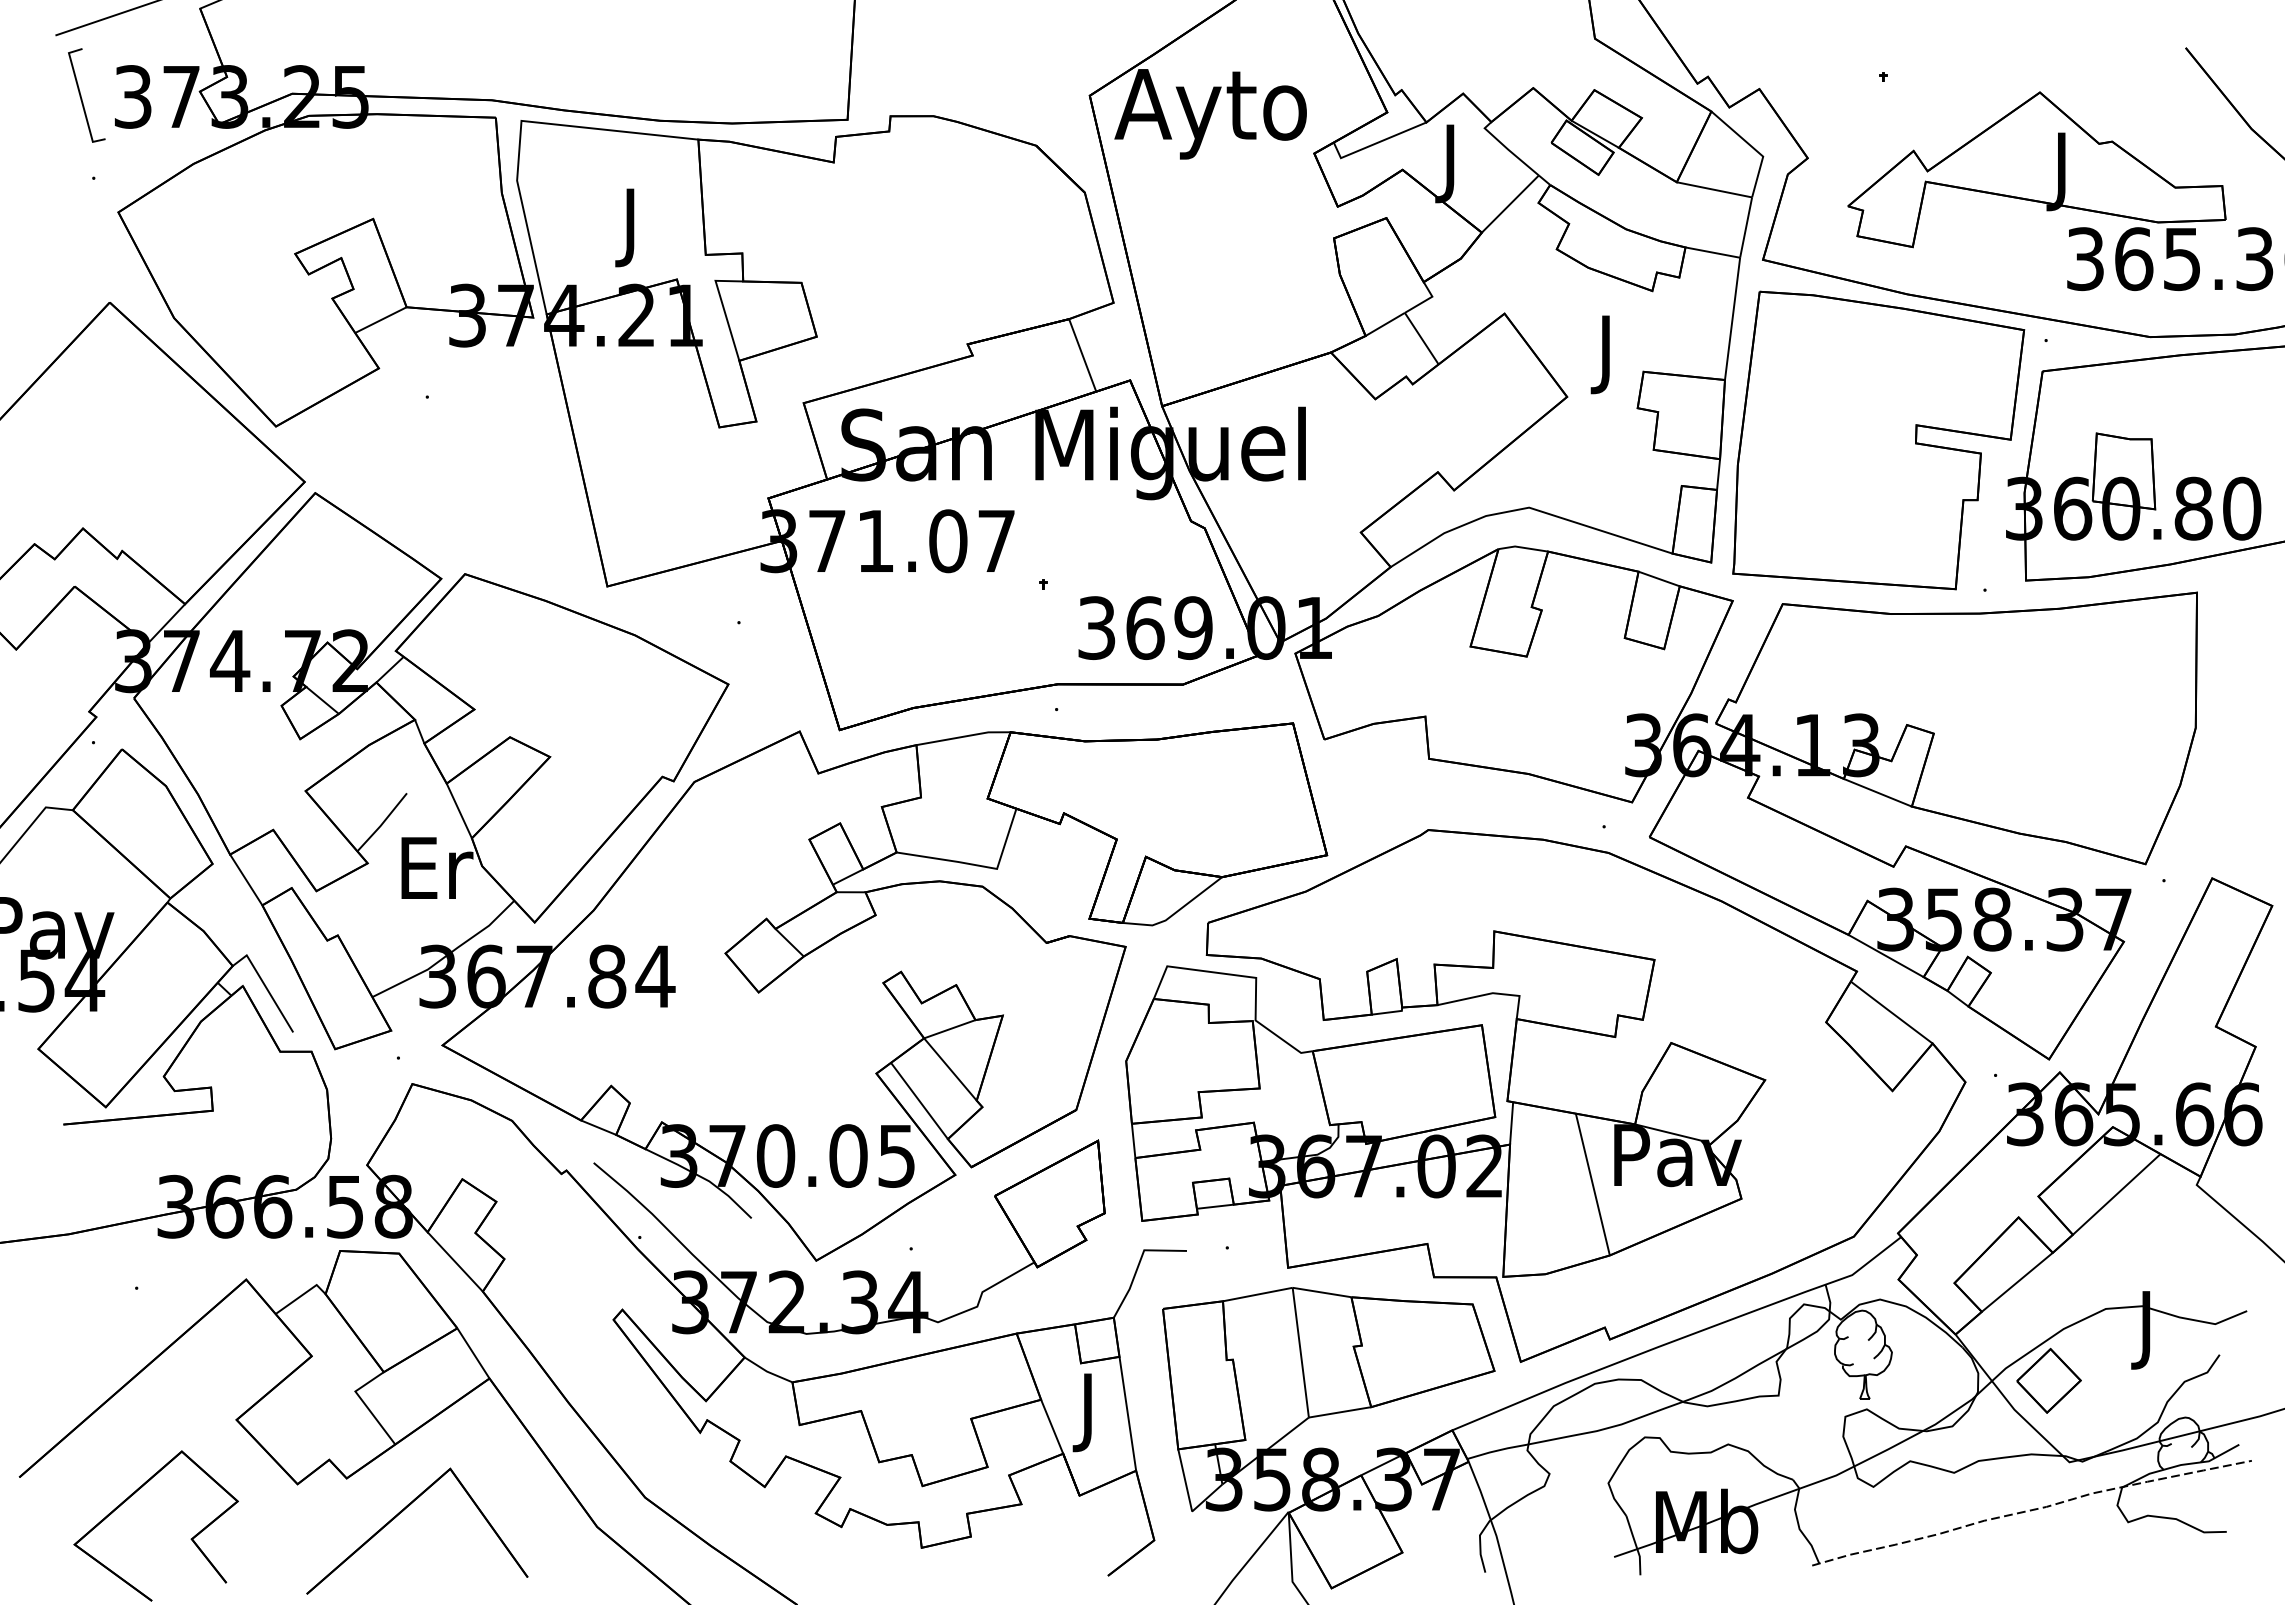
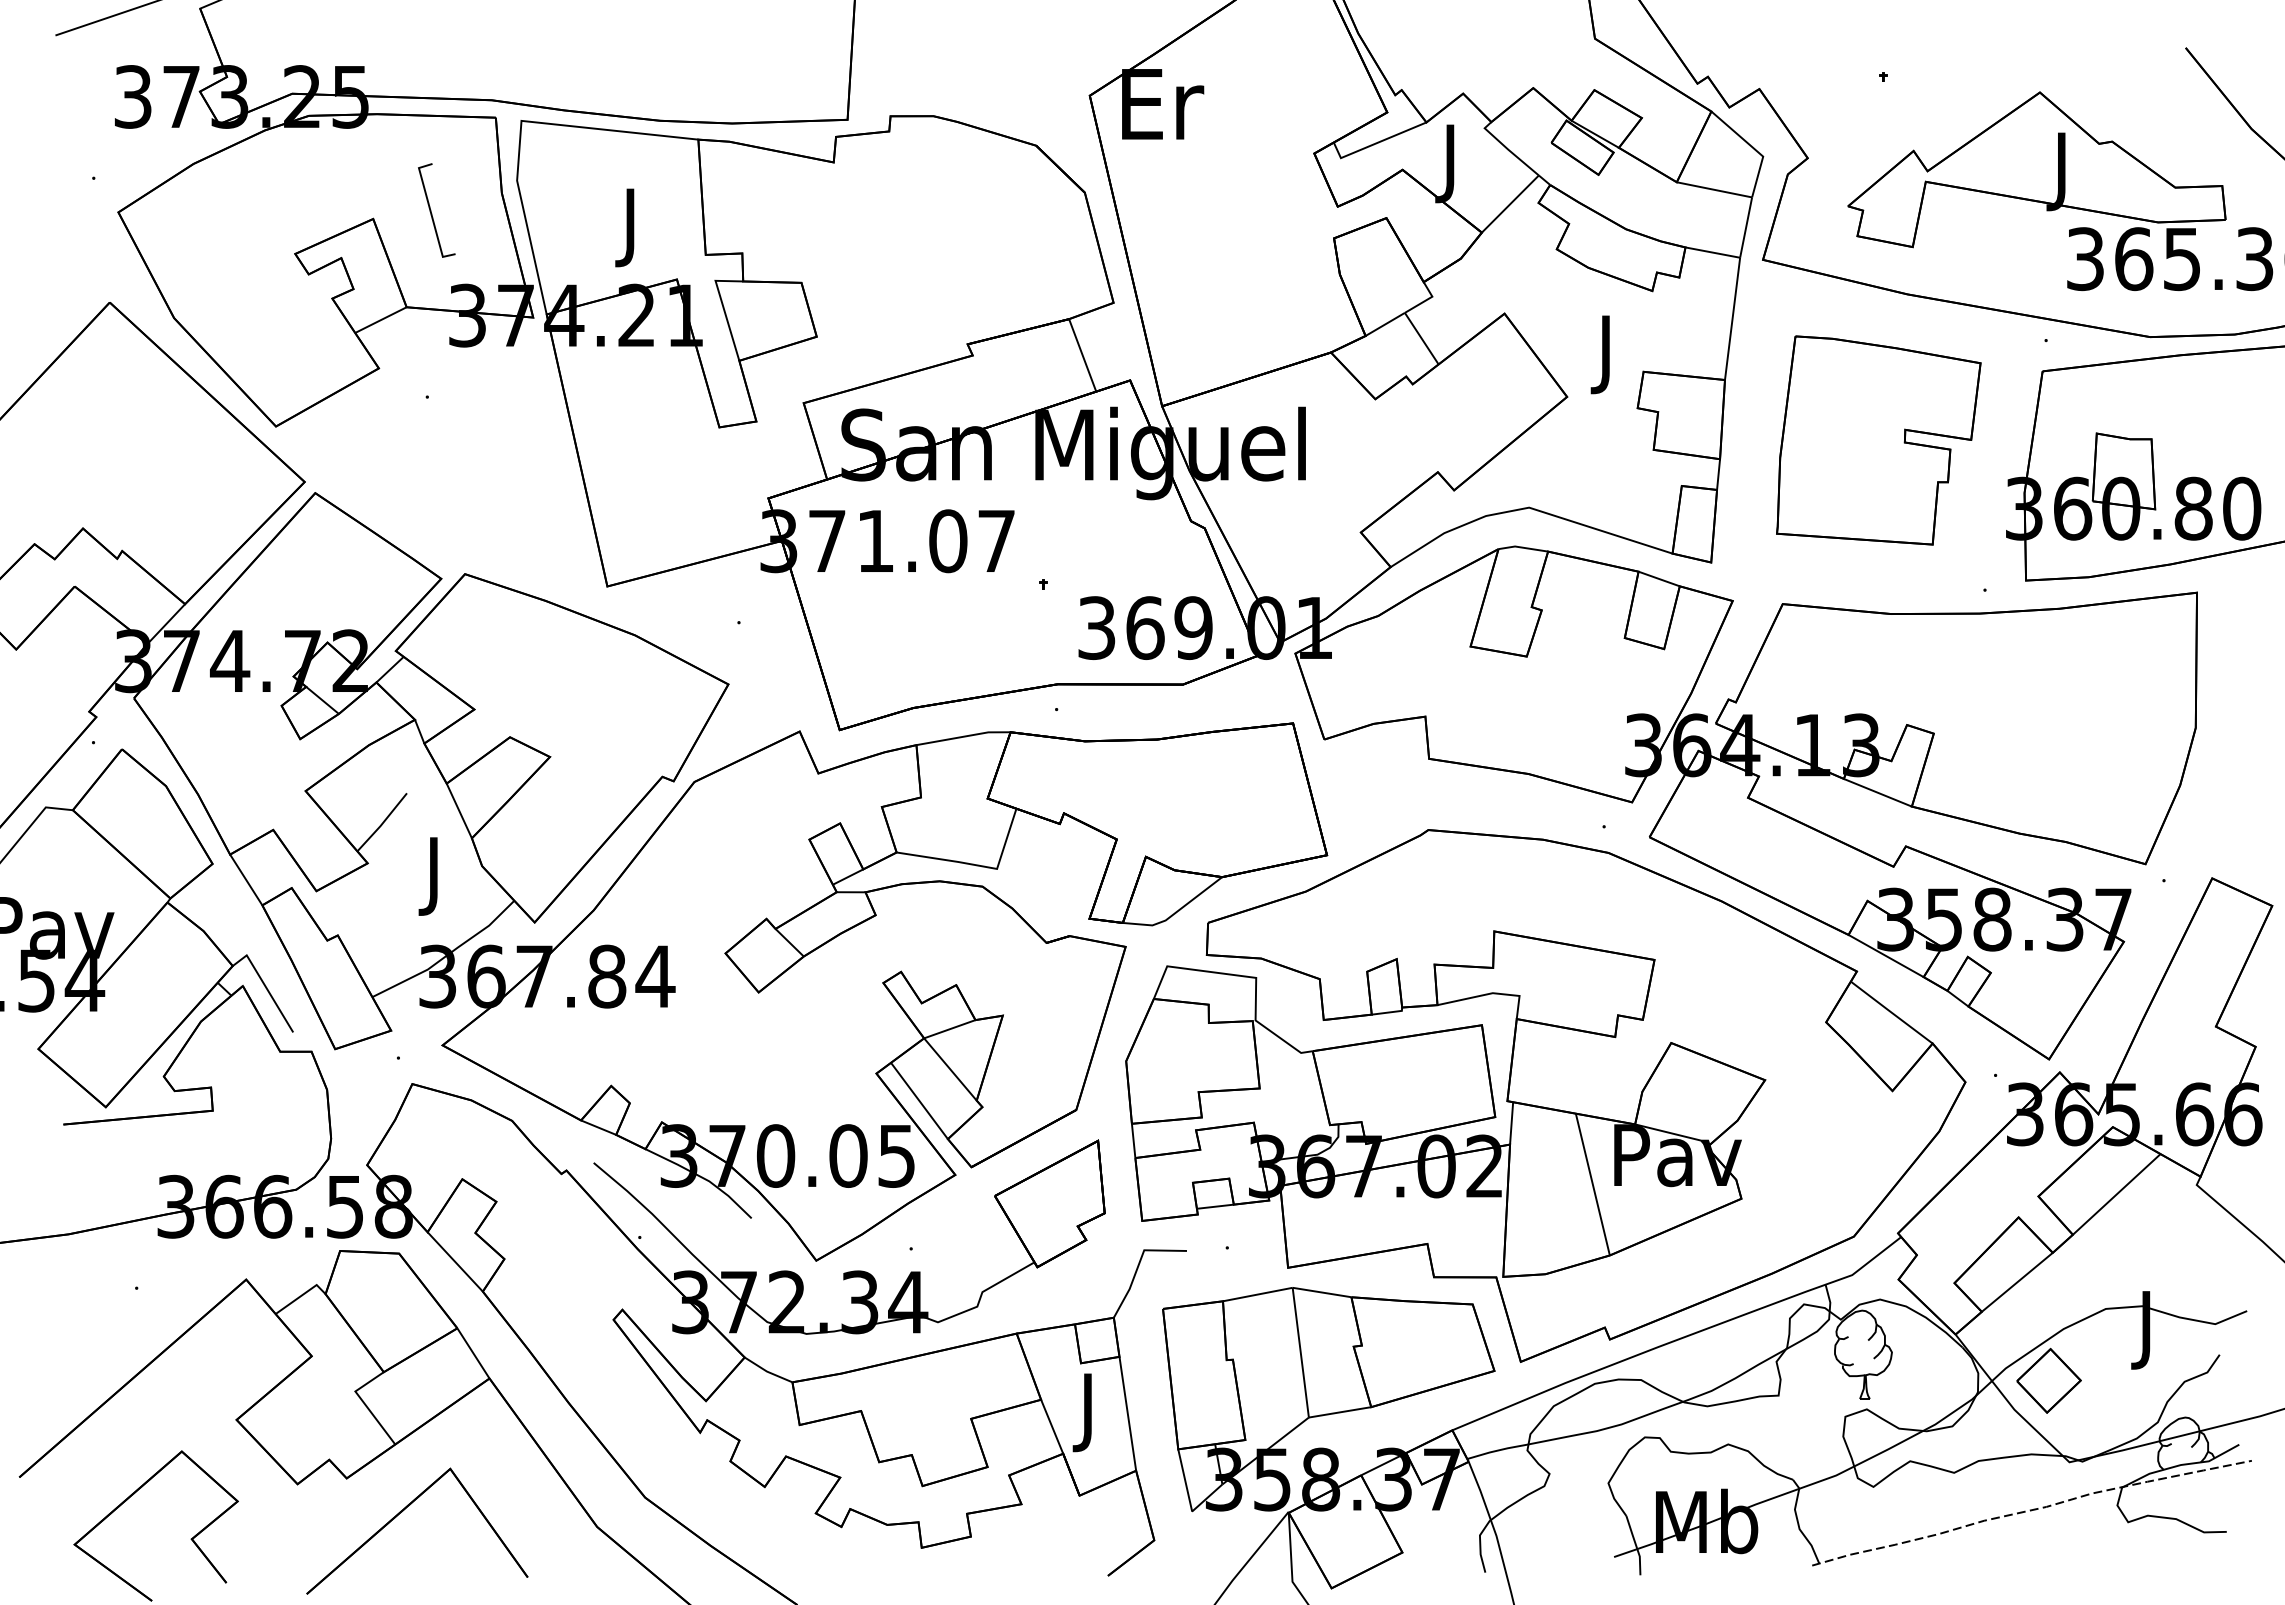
line at (81, 95) position: (81, 95) -> (431, 210)
text at (1210, 114): Ayto -> Er
part at (1878, 440) size: 294x301 px -> 206x211 px
text at (437, 876): Er -> J
